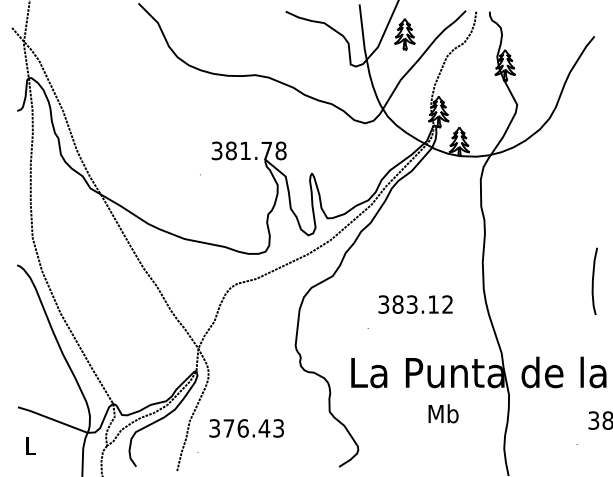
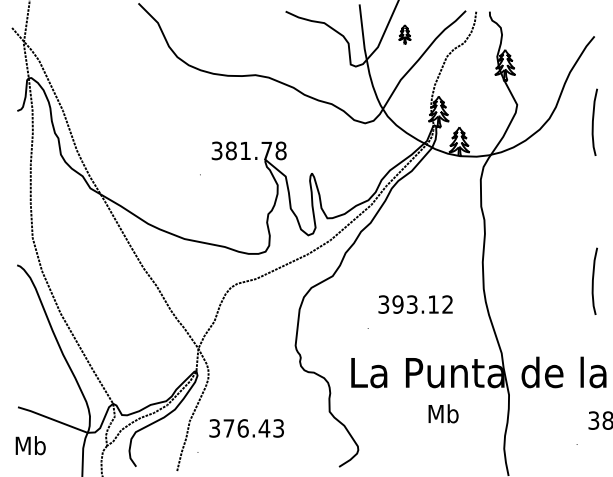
part at (404, 34) size: 22x33 px -> 14x21 px
curve at (593, 121): none -> present
text at (397, 304): 383.12 -> 393.12
text at (30, 445): L -> Mb
